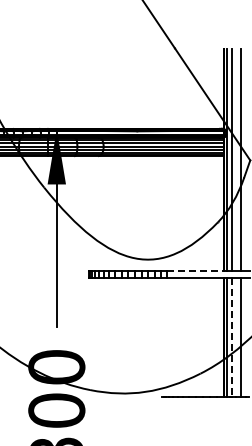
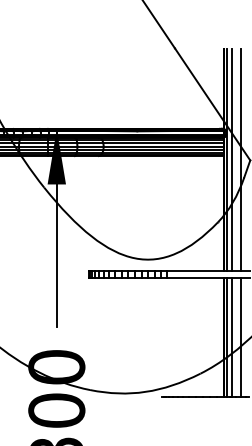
line at (195, 271): dashed -> solid
line at (232, 337): dashed -> solid
